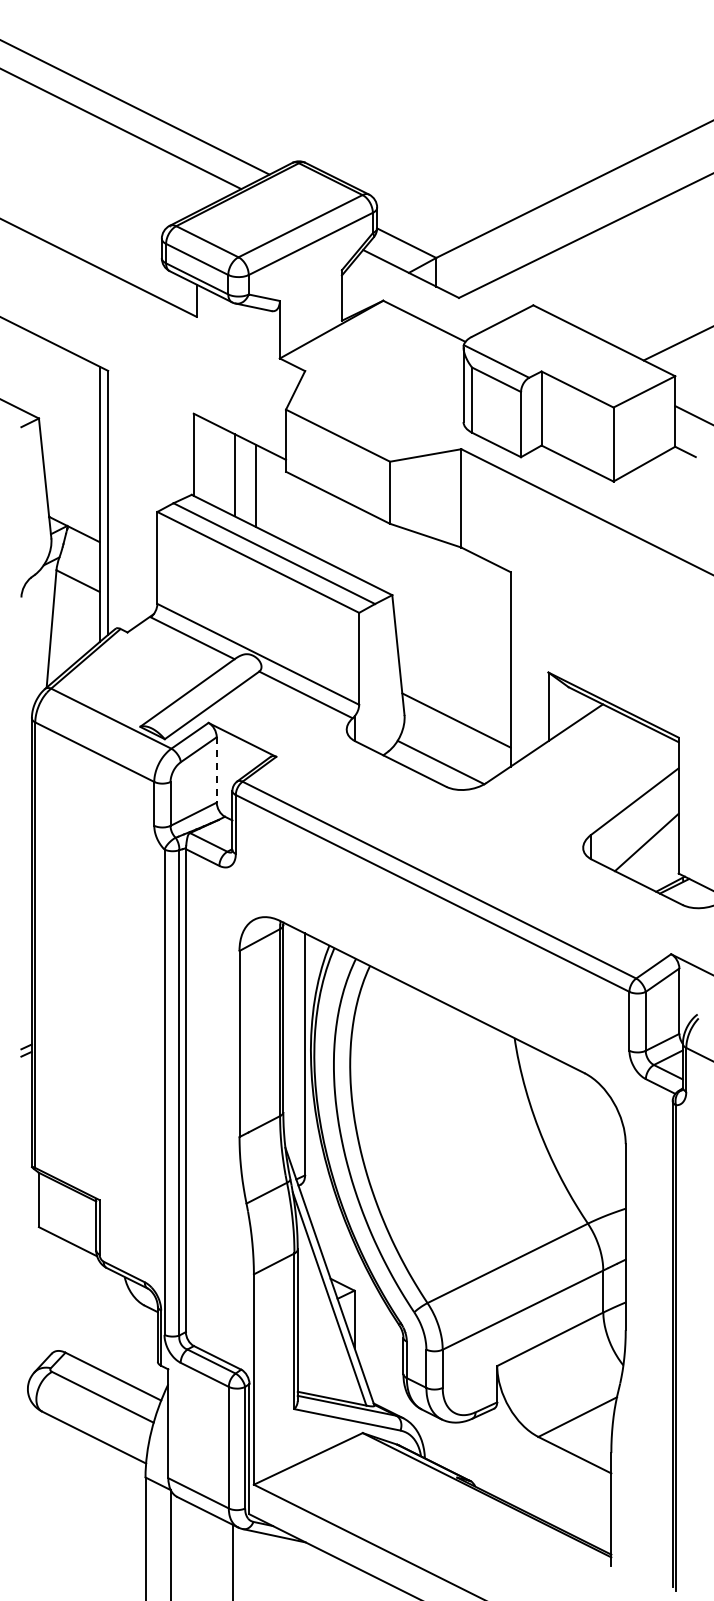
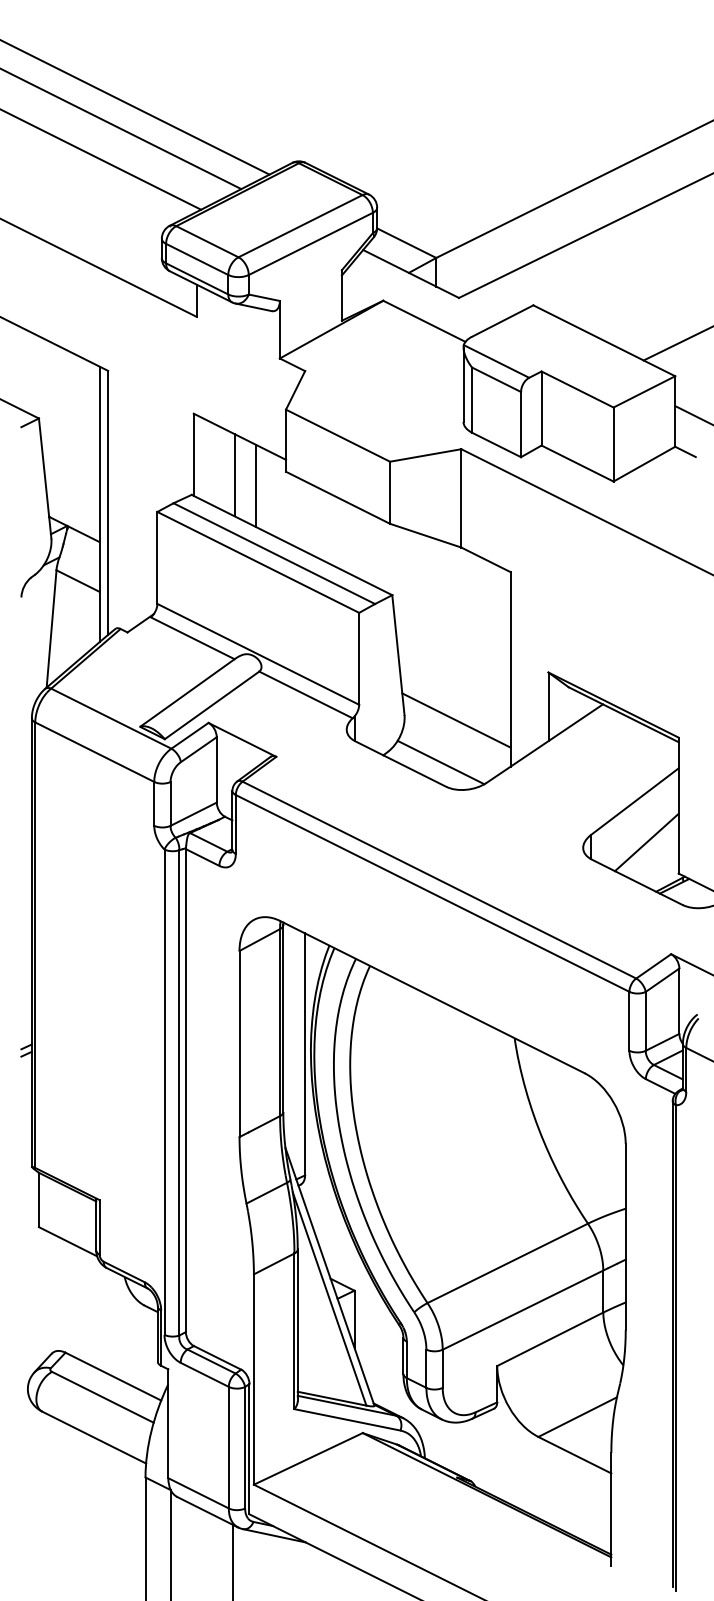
line at (101, 159): none -> present
line at (216, 769): dashed -> solid
